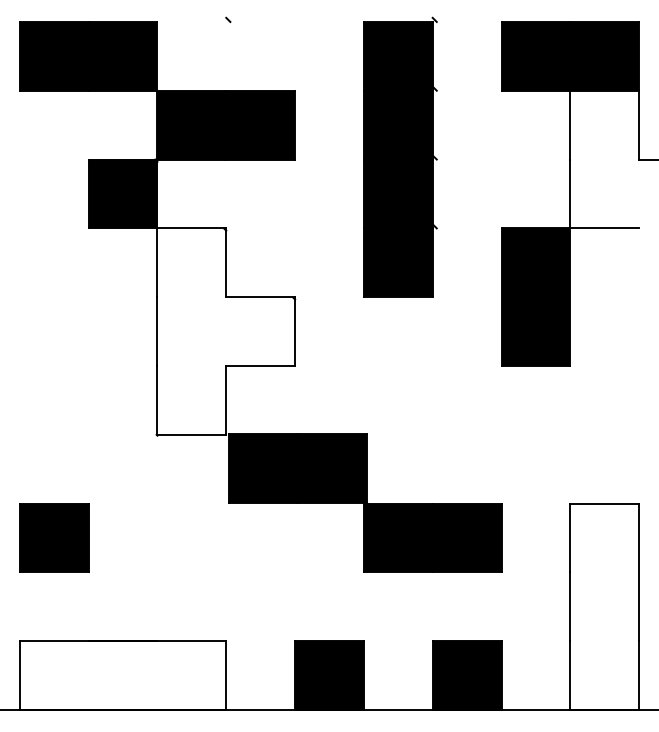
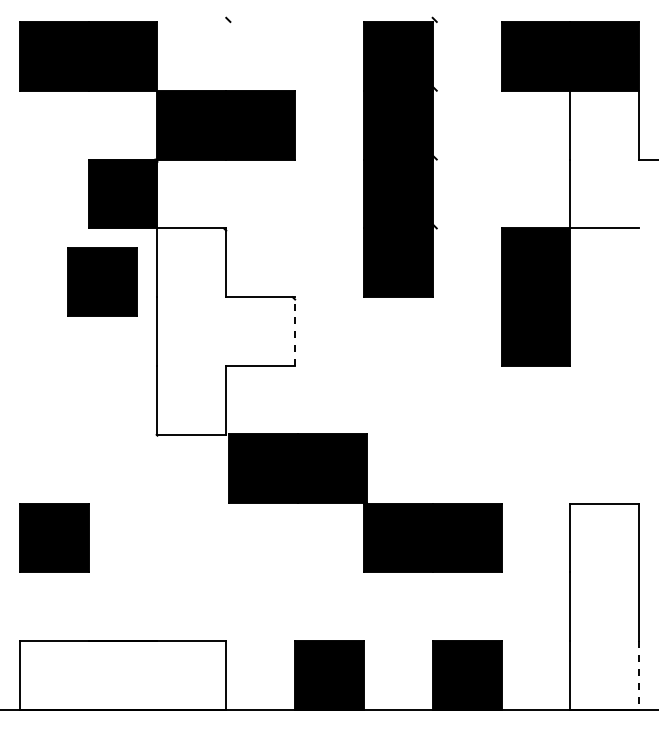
part at (102, 281): none -> present
line at (295, 331): solid -> dashed
line at (639, 676): solid -> dashed
